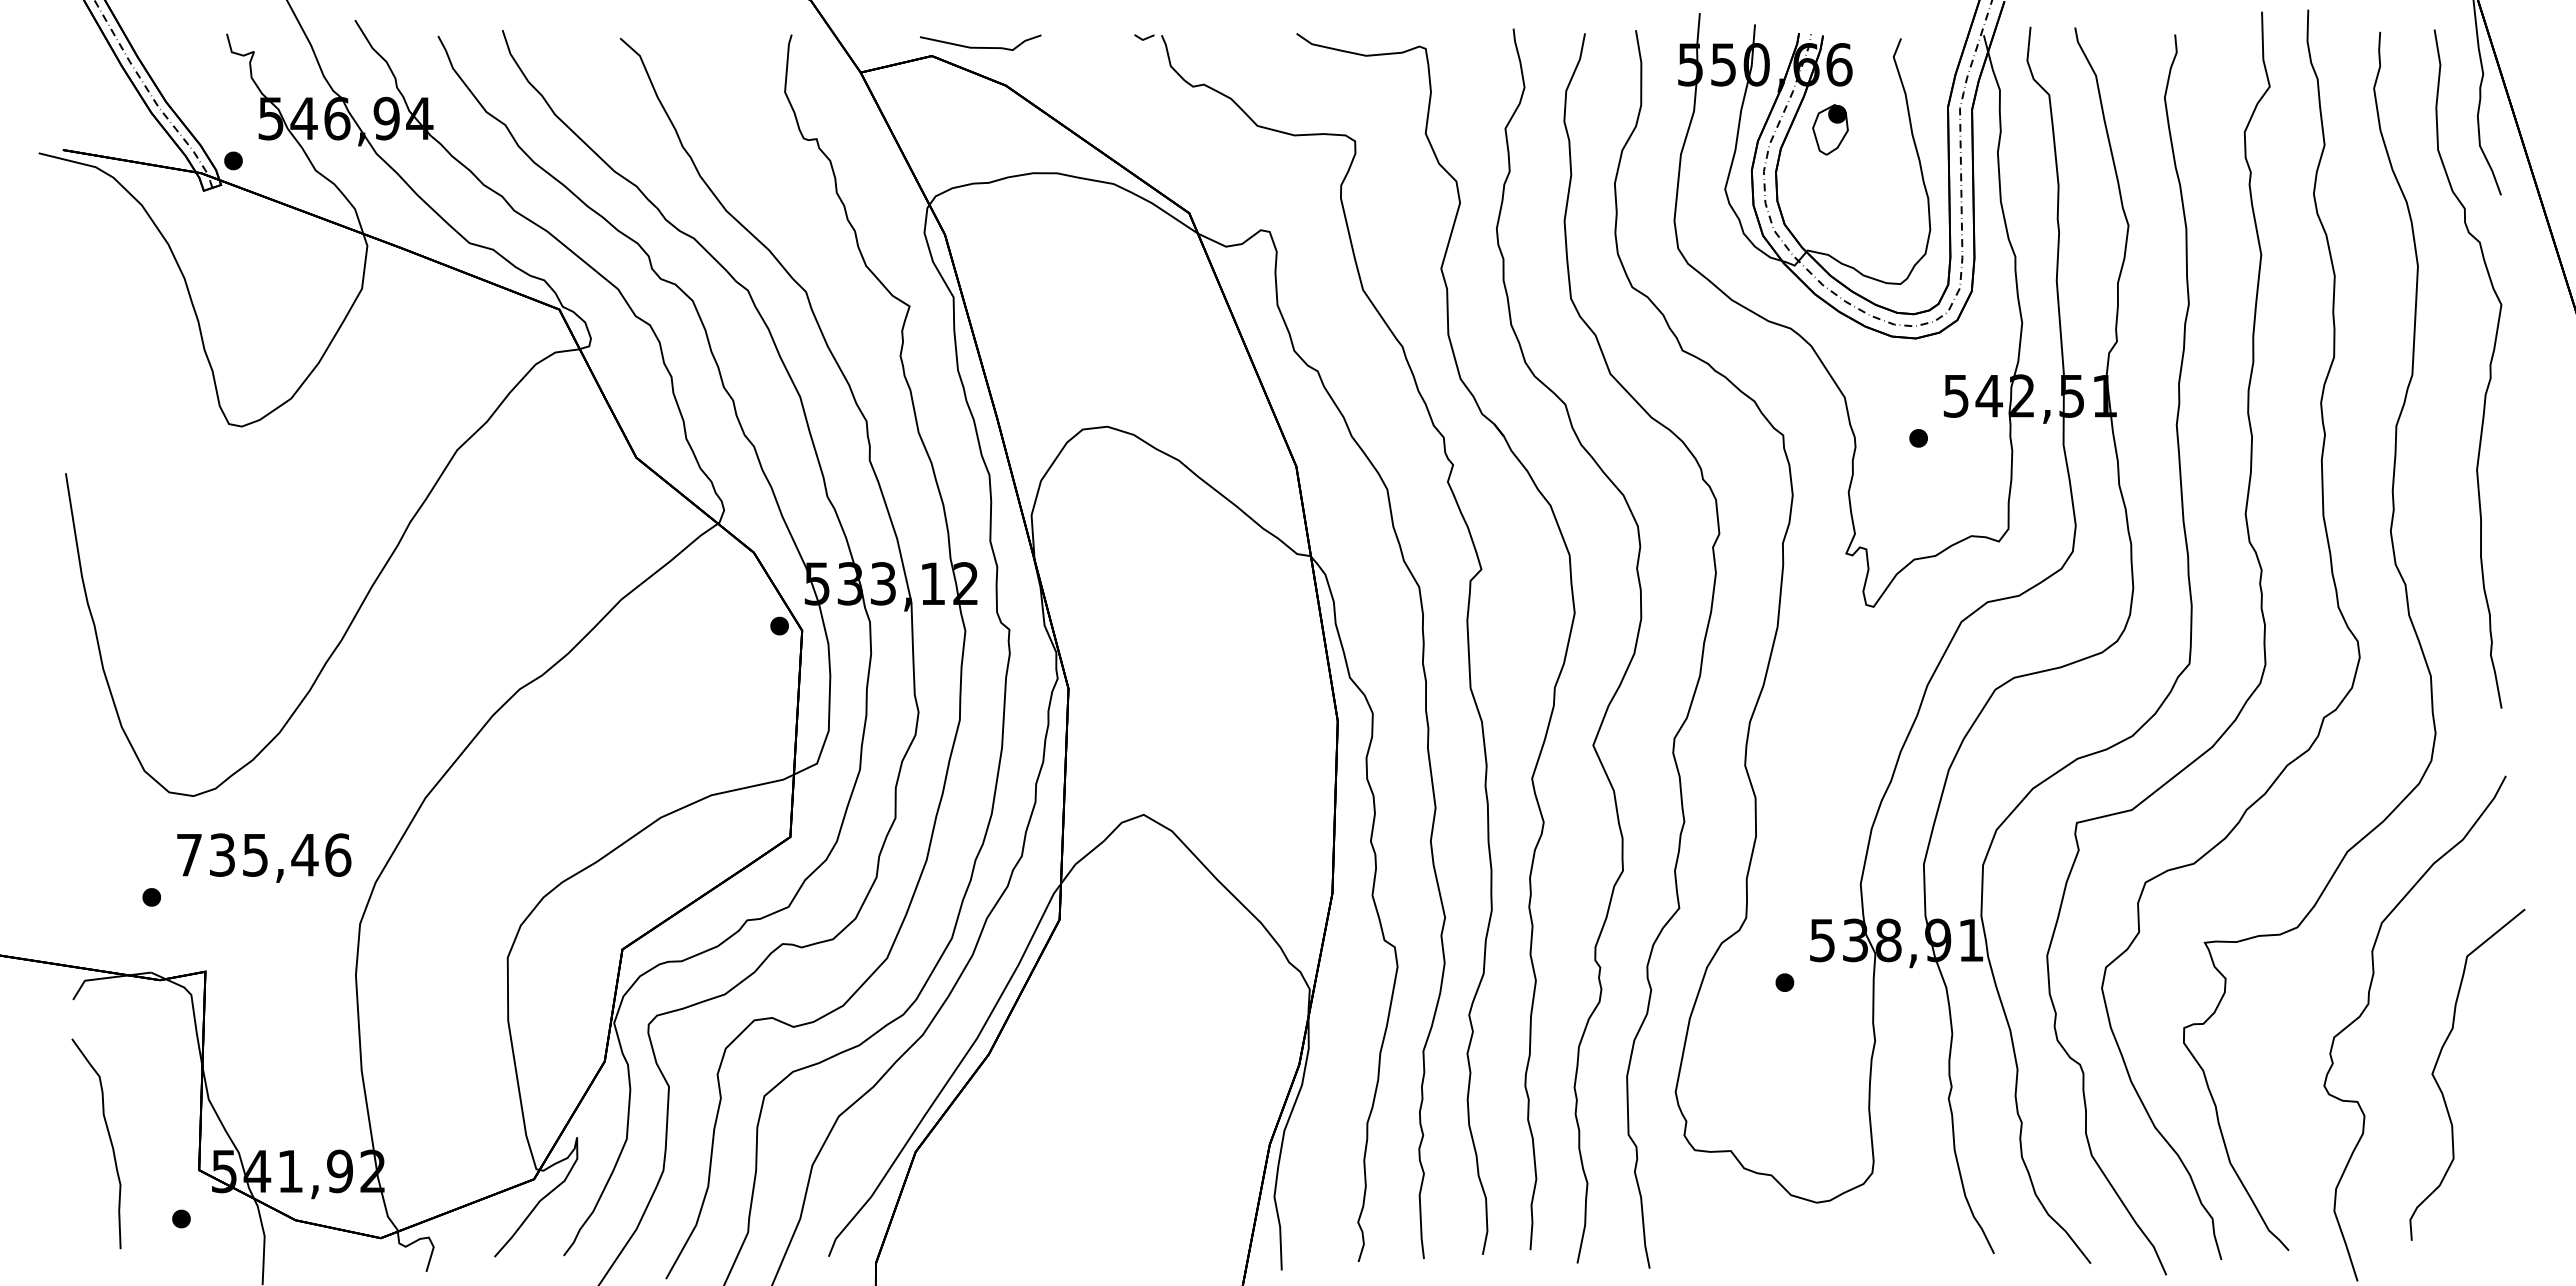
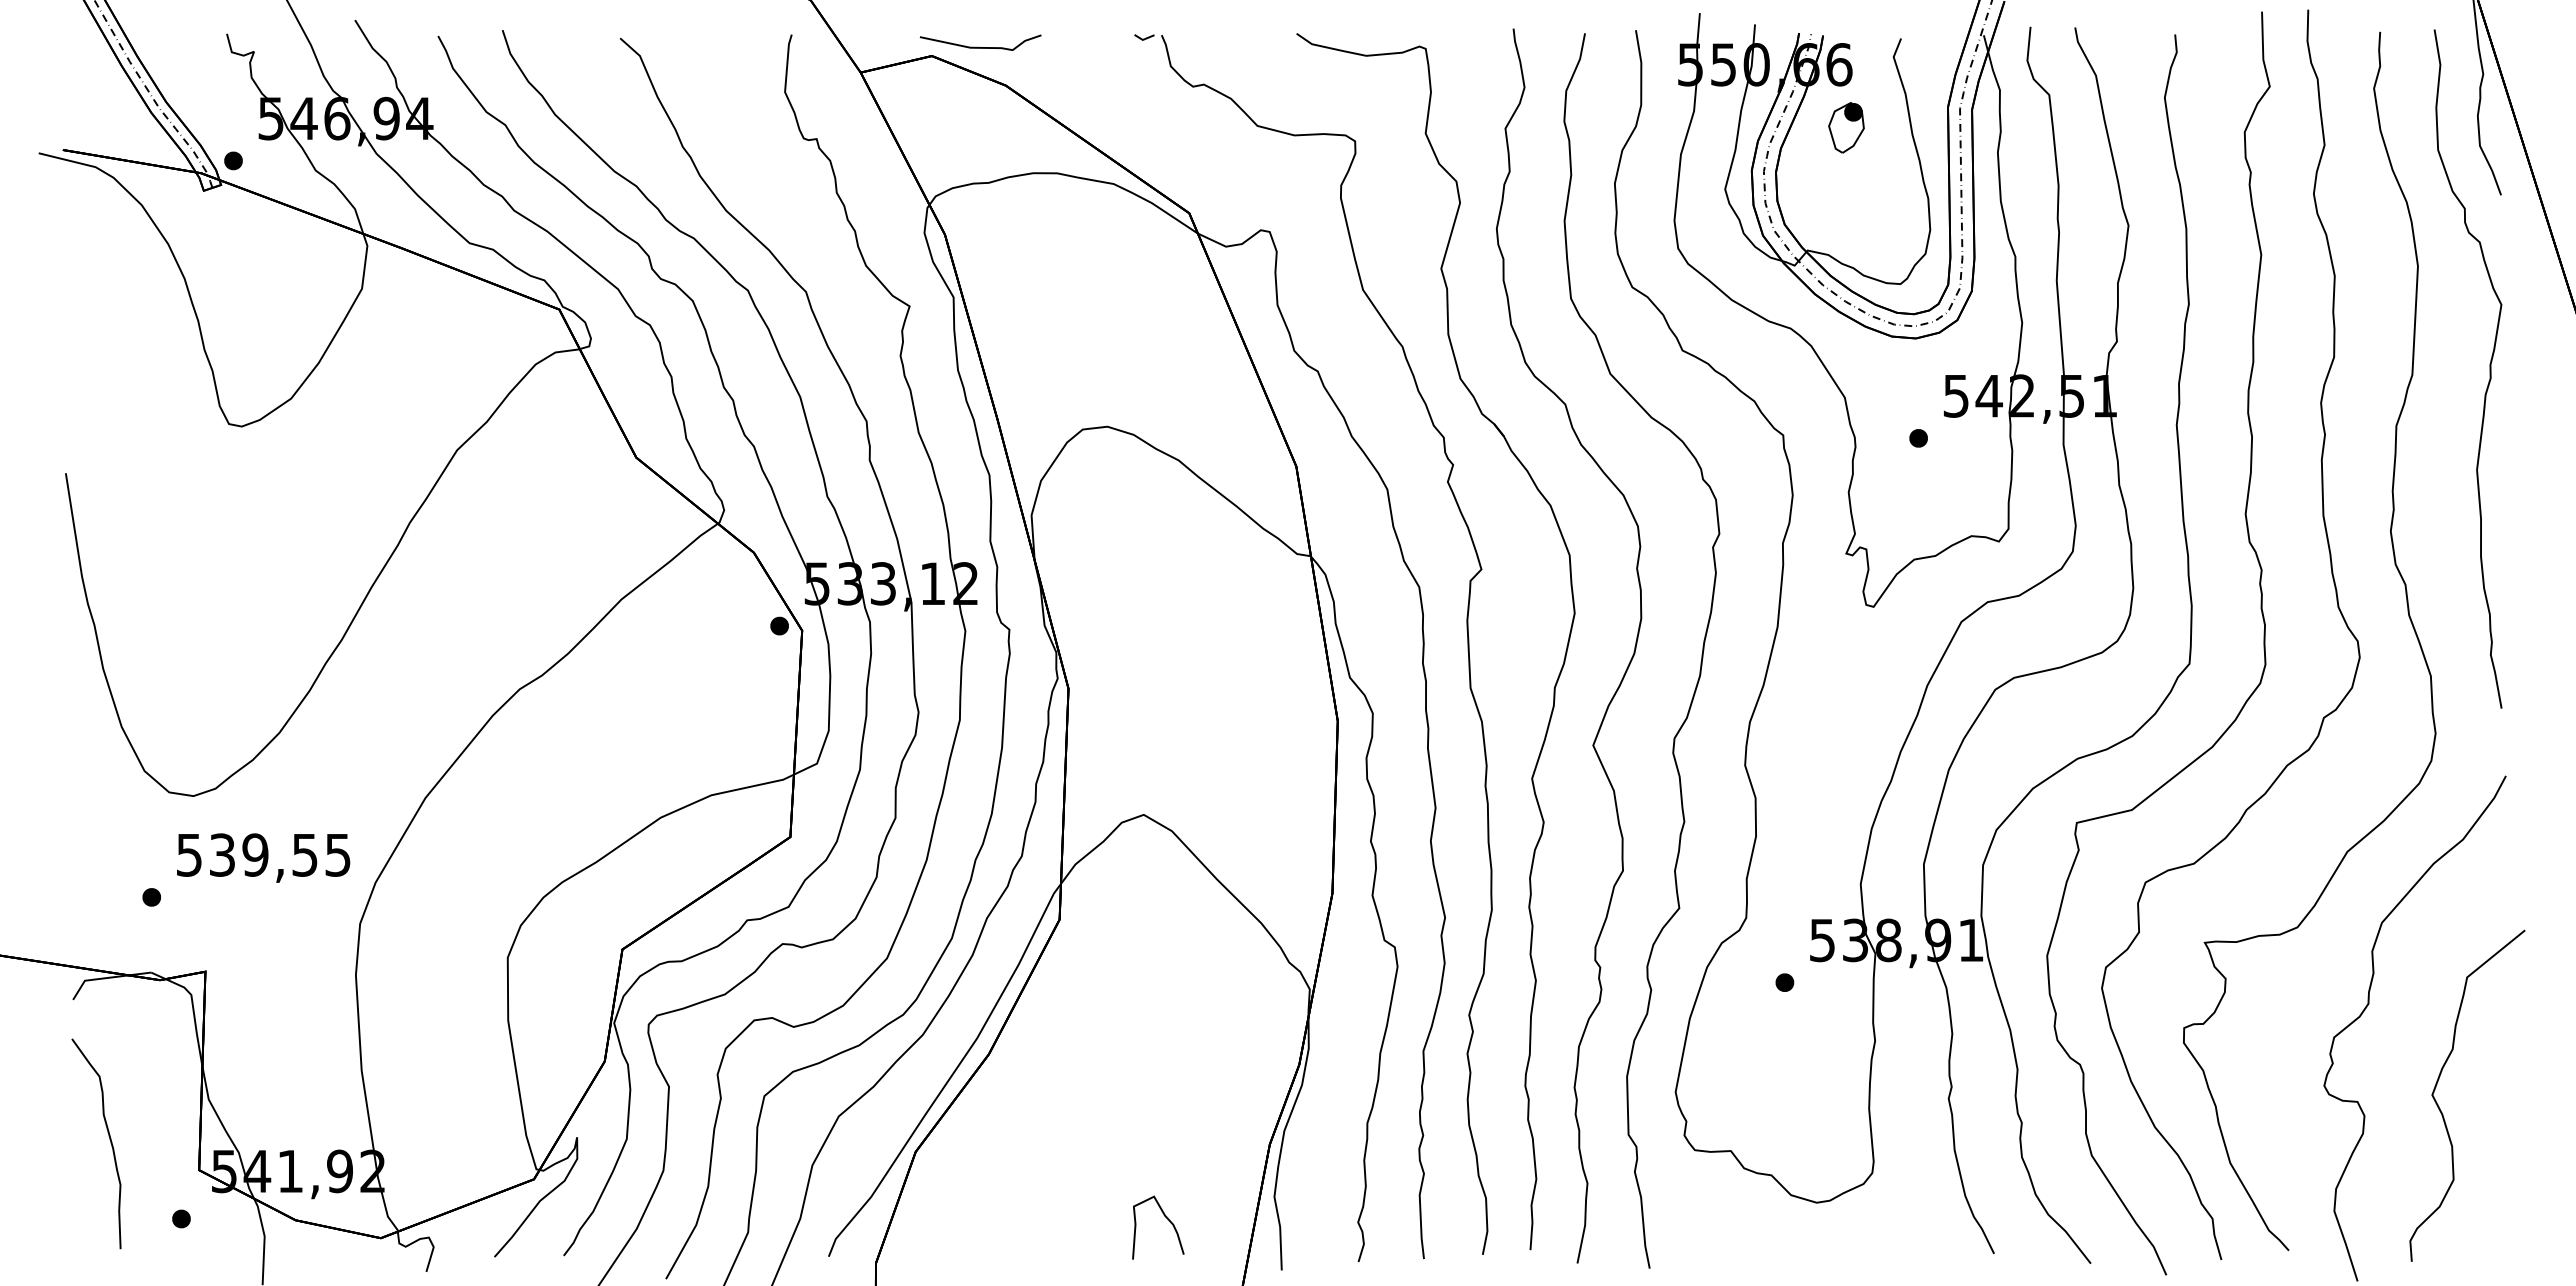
part at (1830, 129) position: (1830, 129) -> (1846, 127)
text at (264, 854): 735,46 -> 539,55
curve at (2440, 1087) position: (2440, 1087) -> (2440, 1108)
curve at (1166, 1218): none -> present
